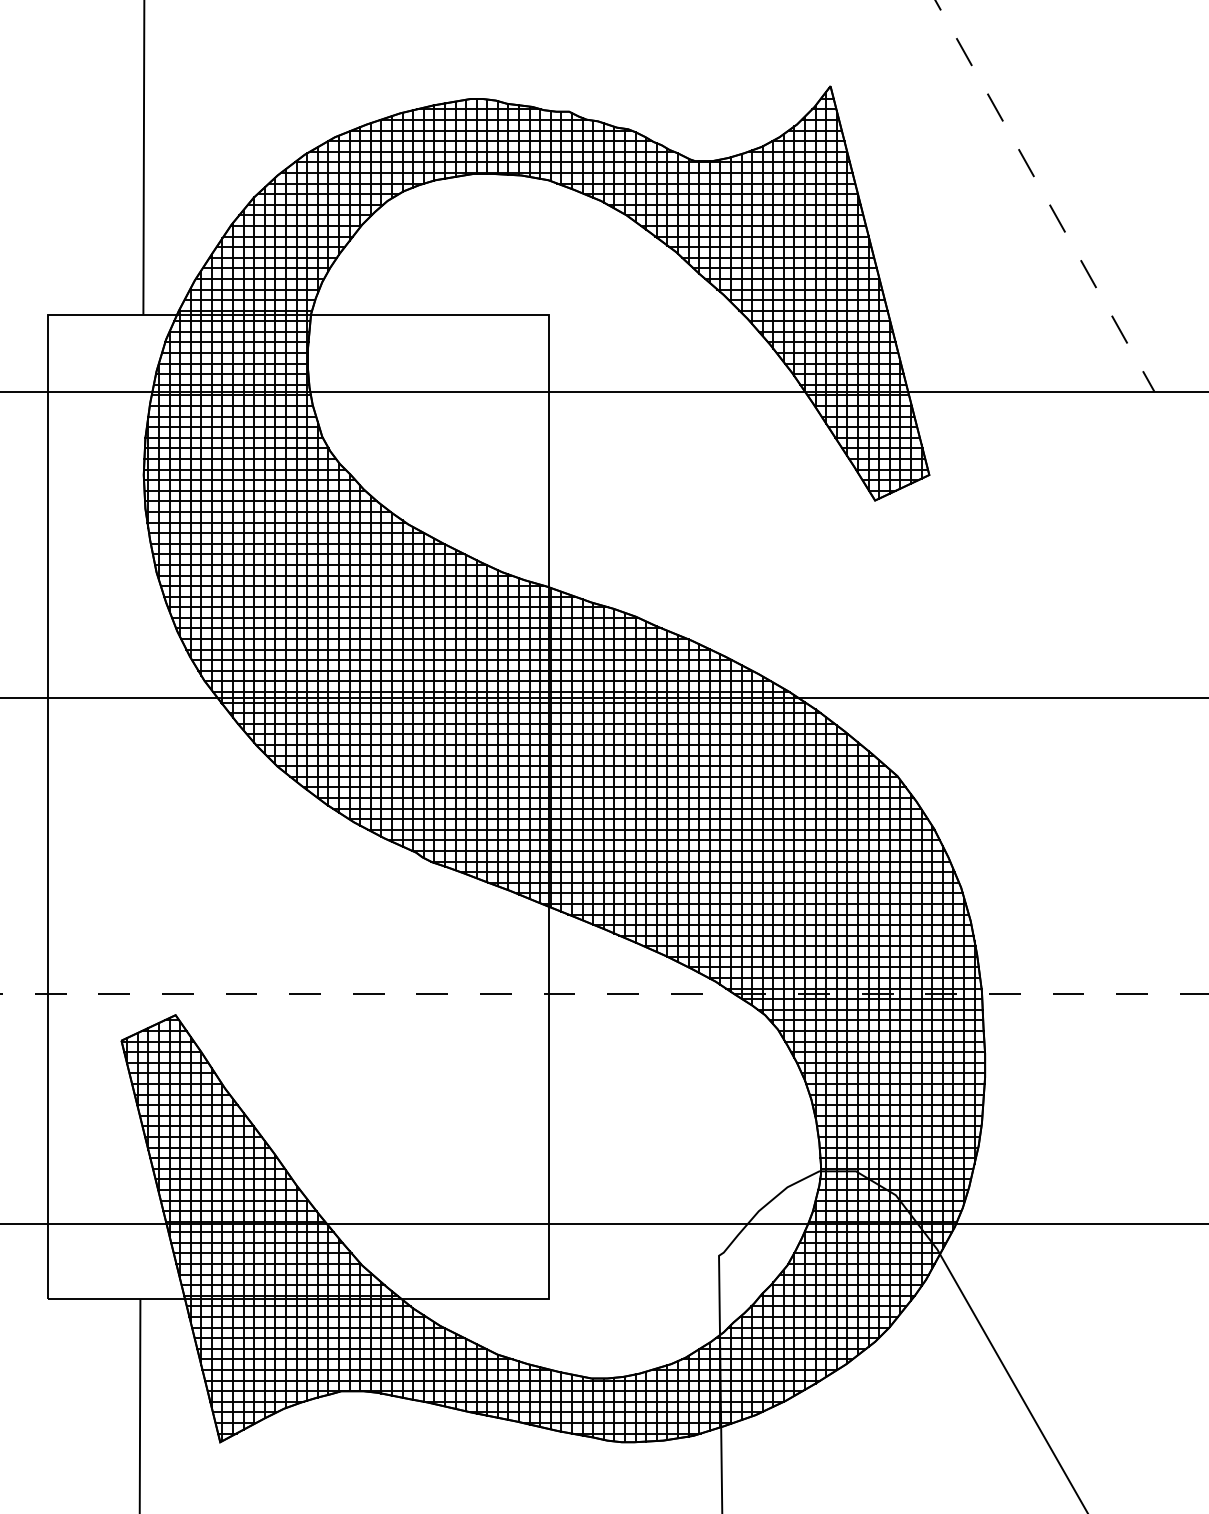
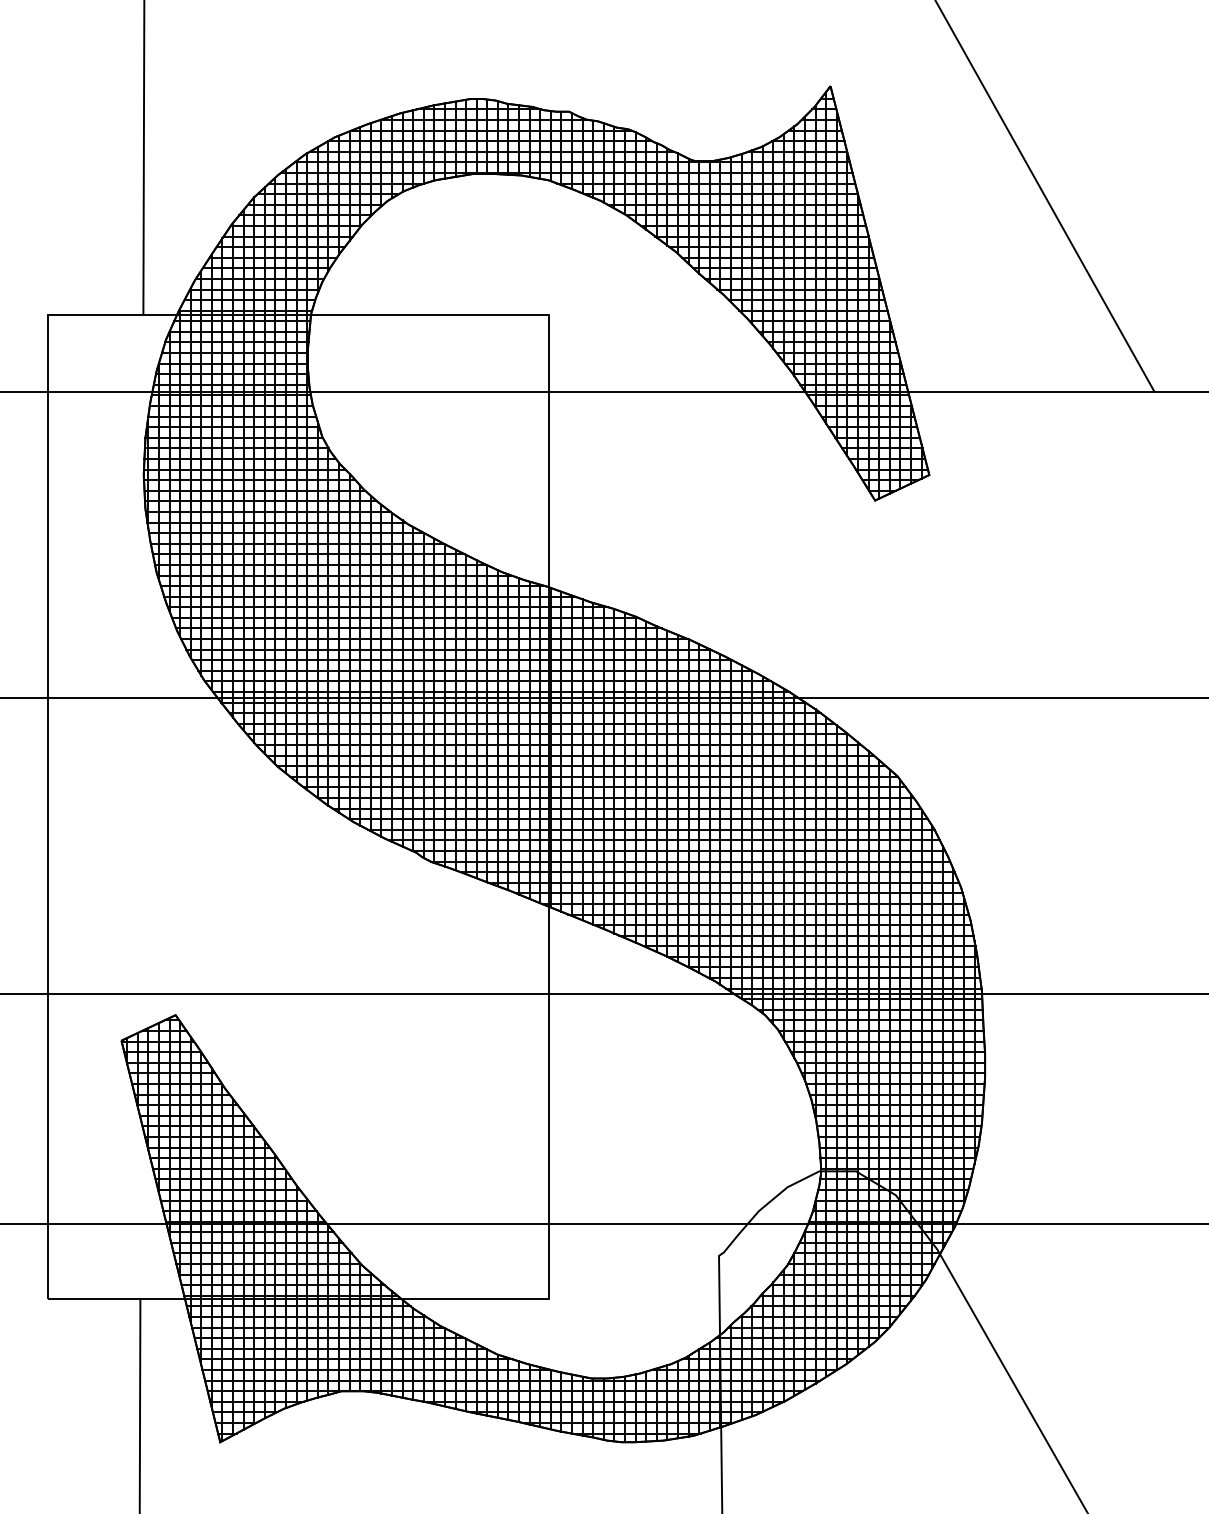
line at (1045, 196): dashed -> solid
line at (604, 994): dashed -> solid
